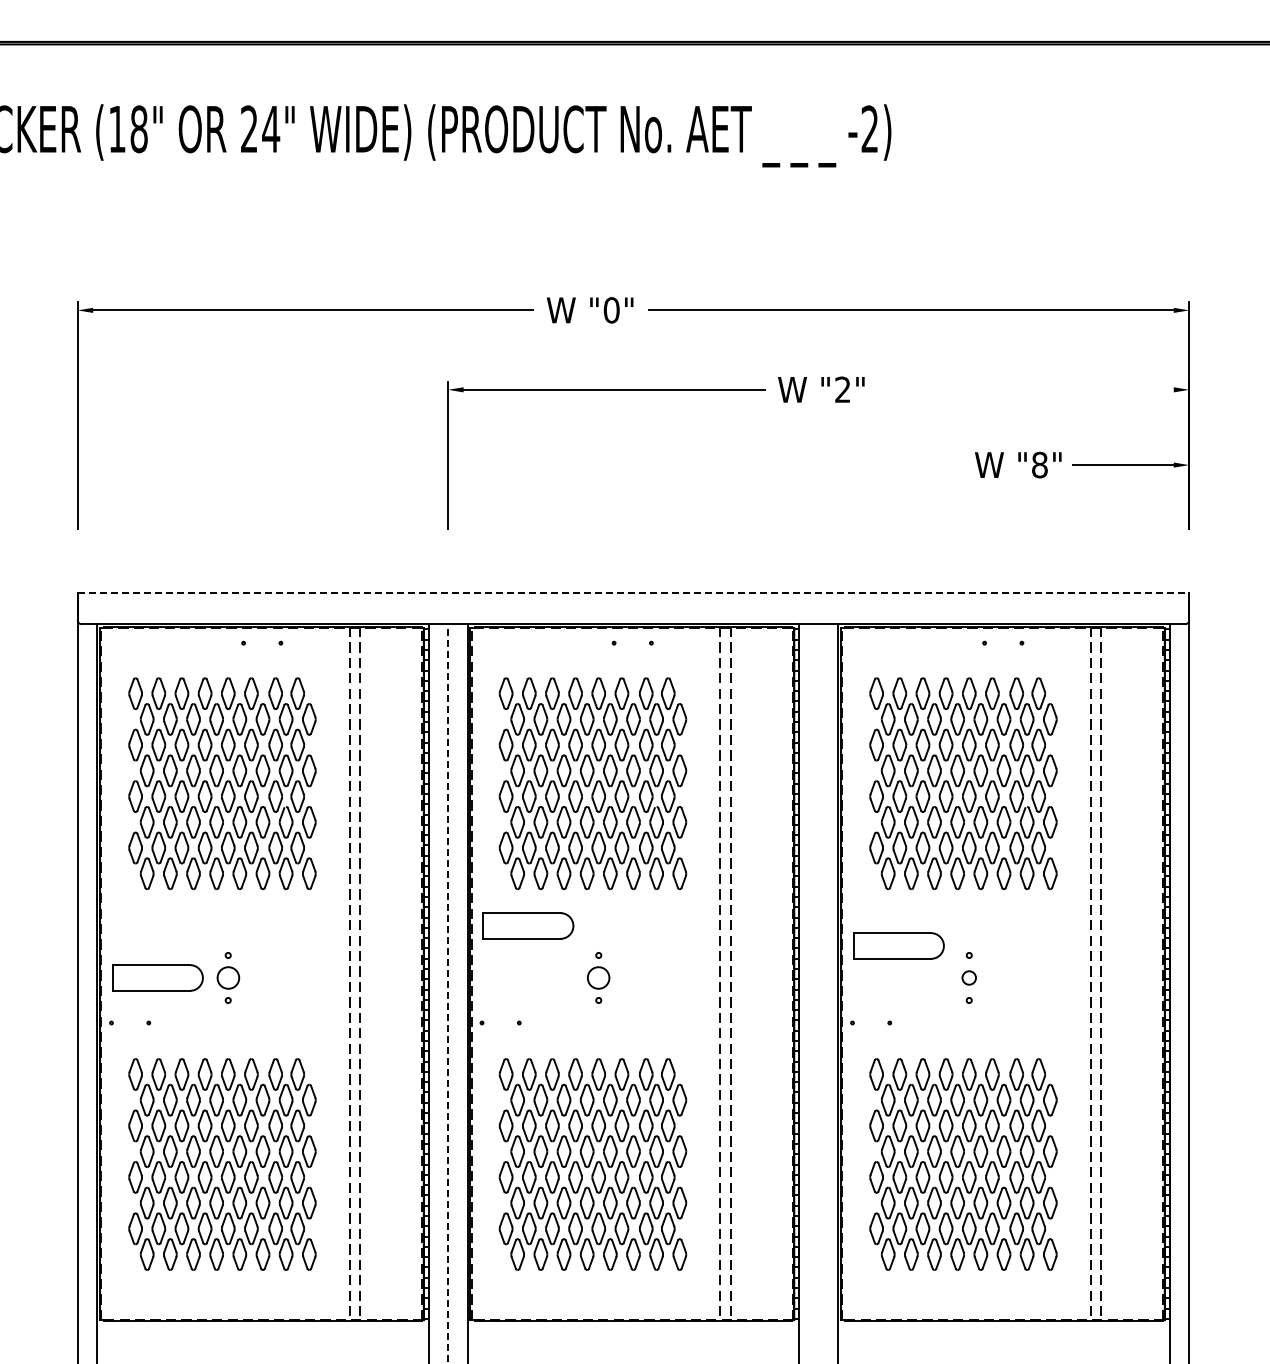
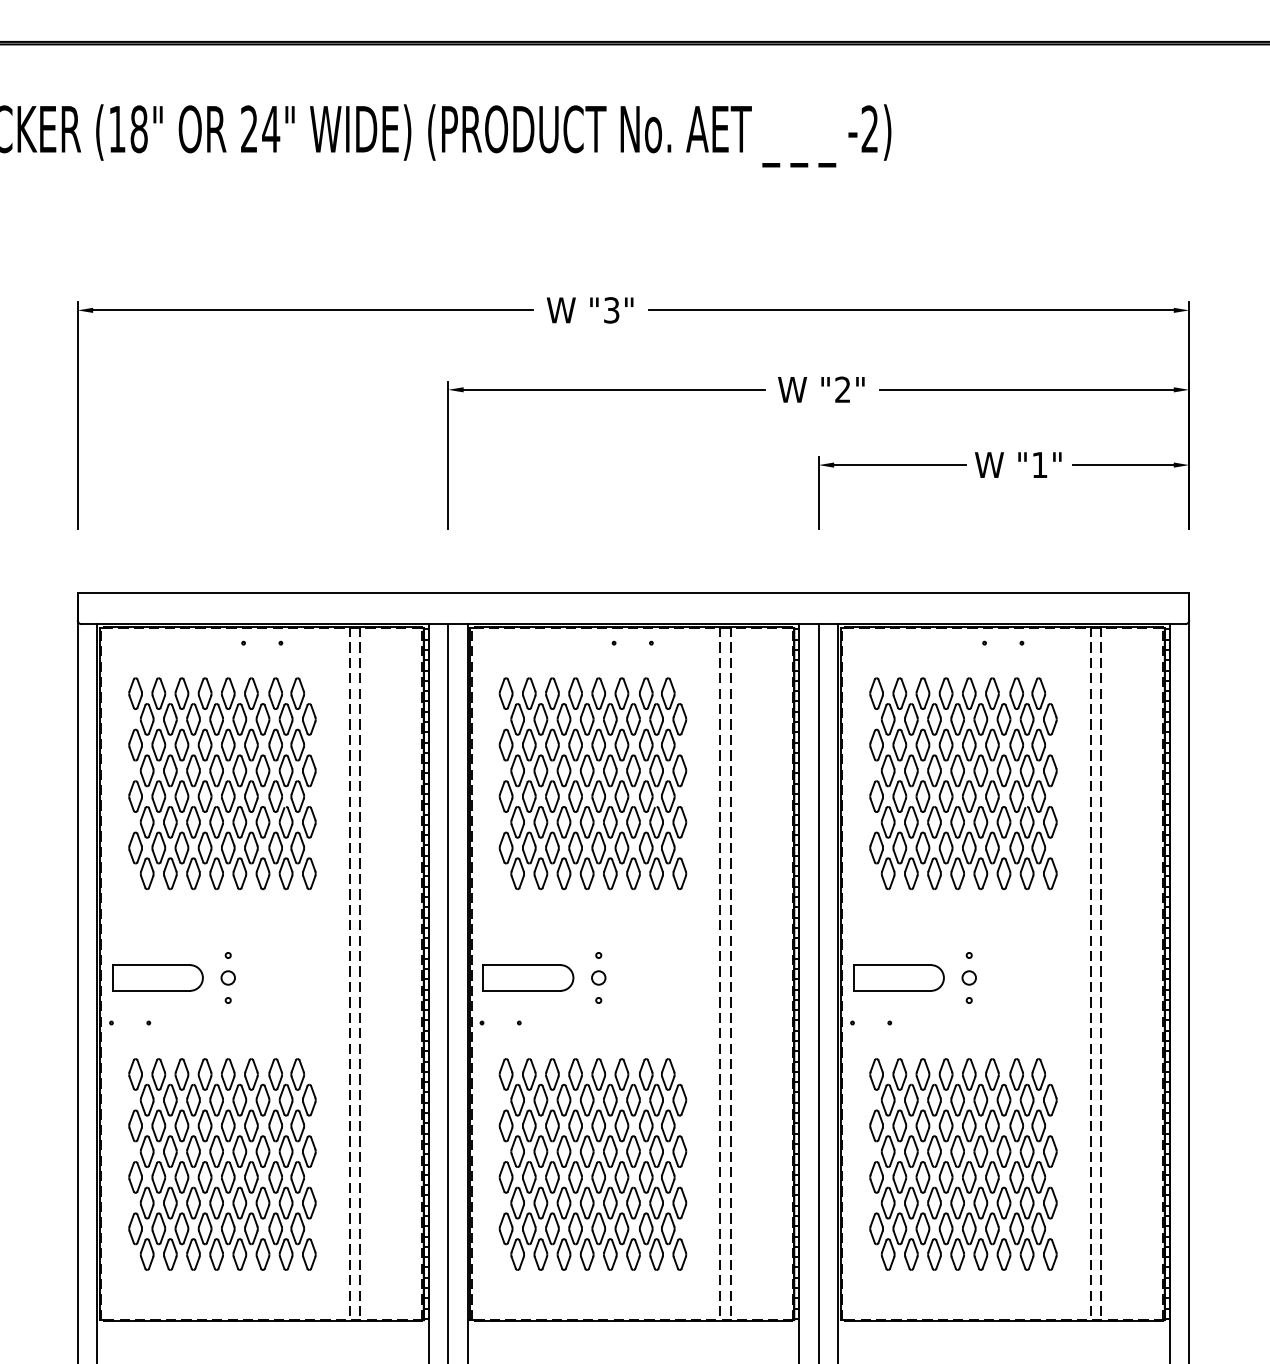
text at (611, 310): "0" -> "3"
line at (1026, 389): none -> present
text at (1039, 464): "8" -> "1"
part at (892, 465): none -> present
line at (633, 593): dashed -> solid
part at (528, 925) position: (528, 925) -> (528, 977)
part at (898, 945) position: (898, 945) -> (898, 977)
circle at (228, 977) size: 25x24 px -> 16x16 px
circle at (598, 977) size: 24x24 px -> 16x16 px
line at (818, 992): none -> present
line at (448, 994): dashed -> solid
